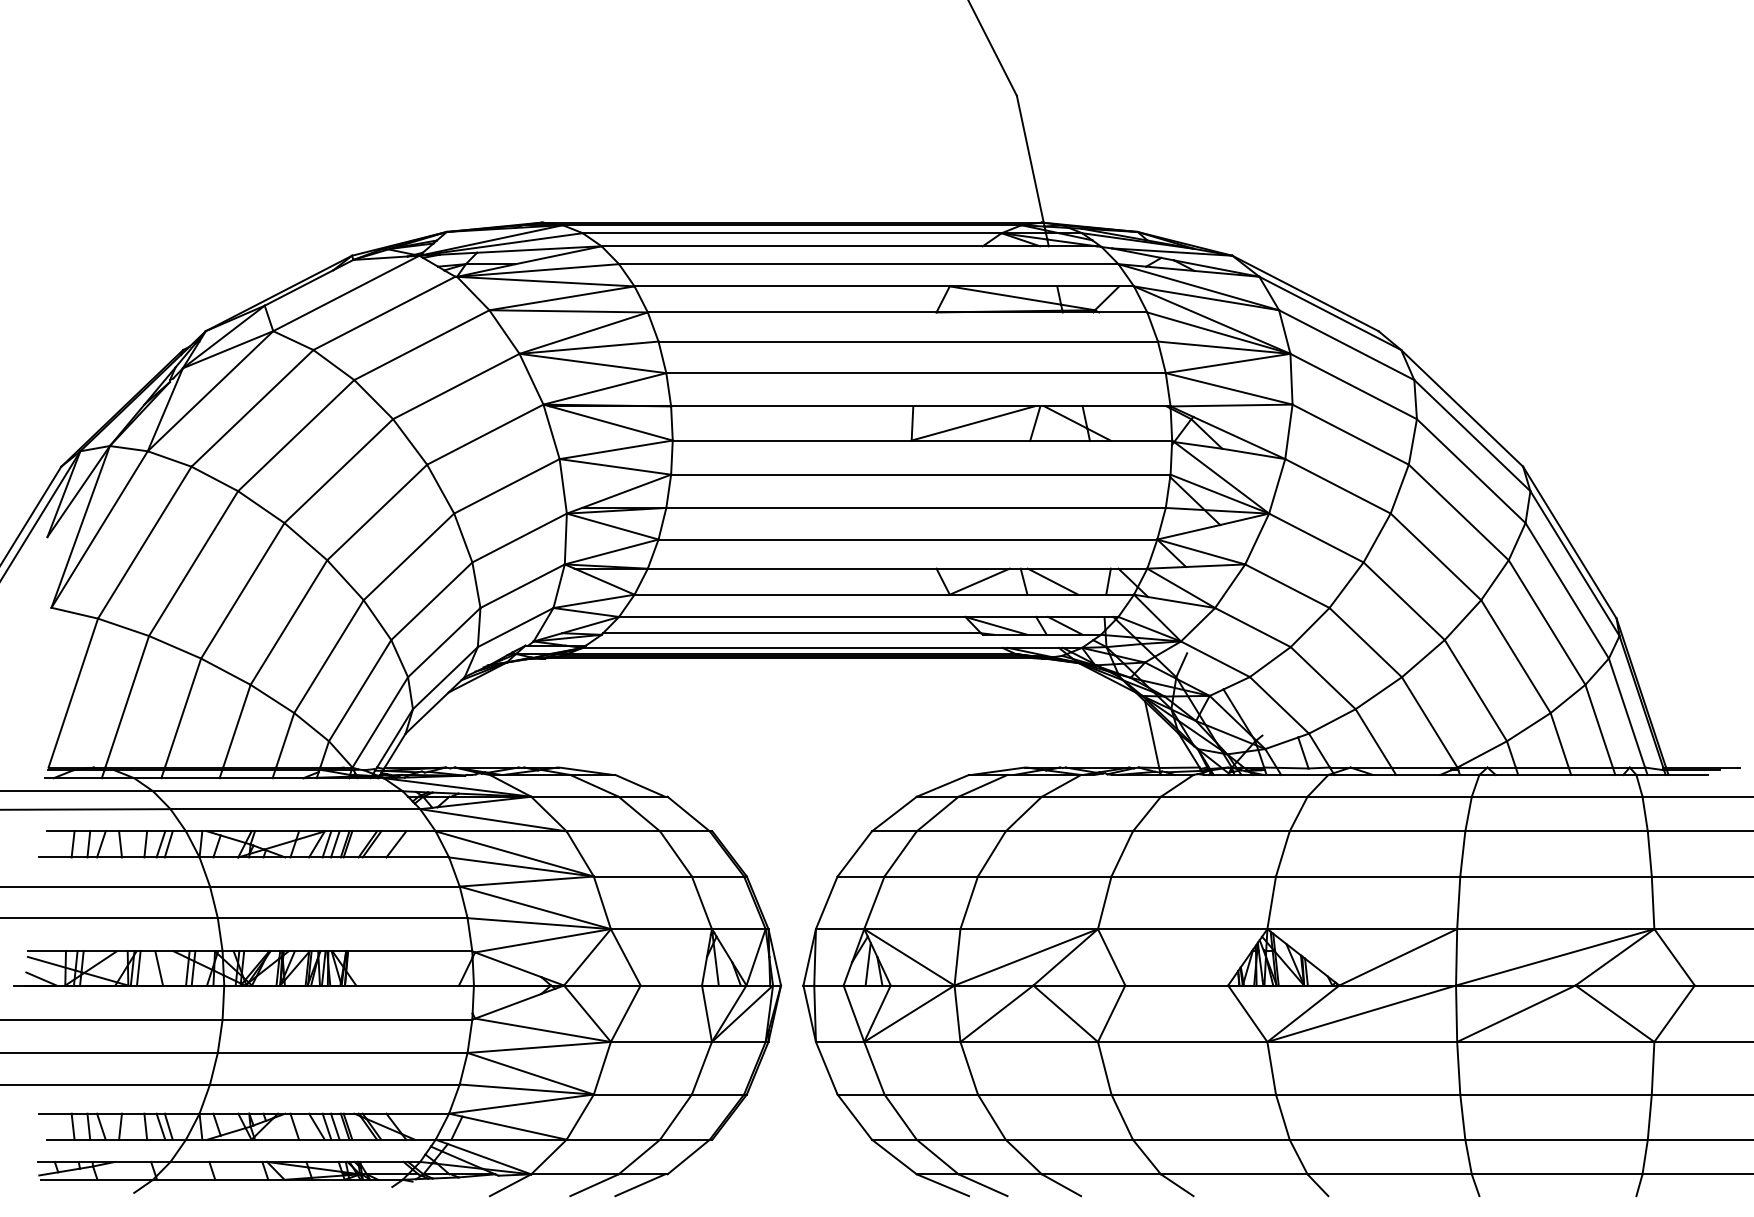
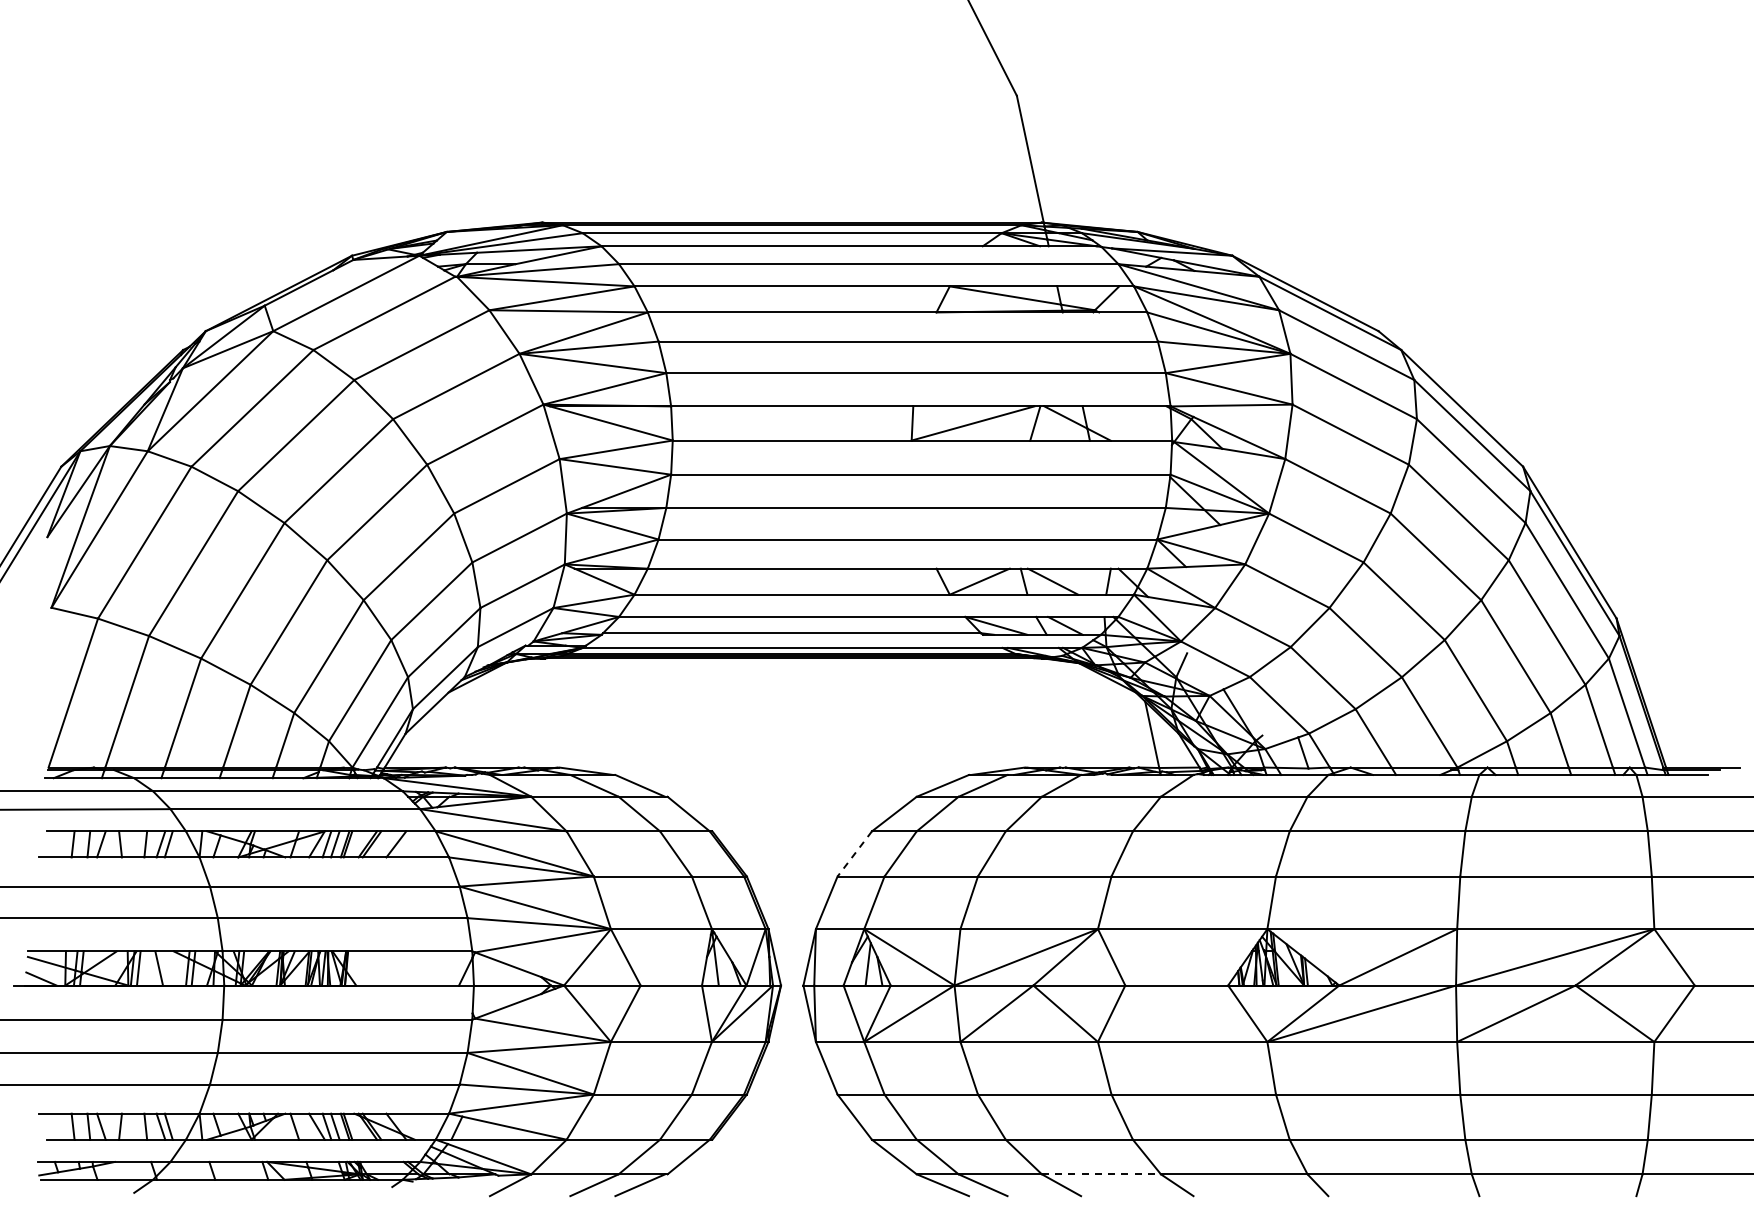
line at (854, 854): solid -> dashed
line at (1101, 1174): solid -> dashed
